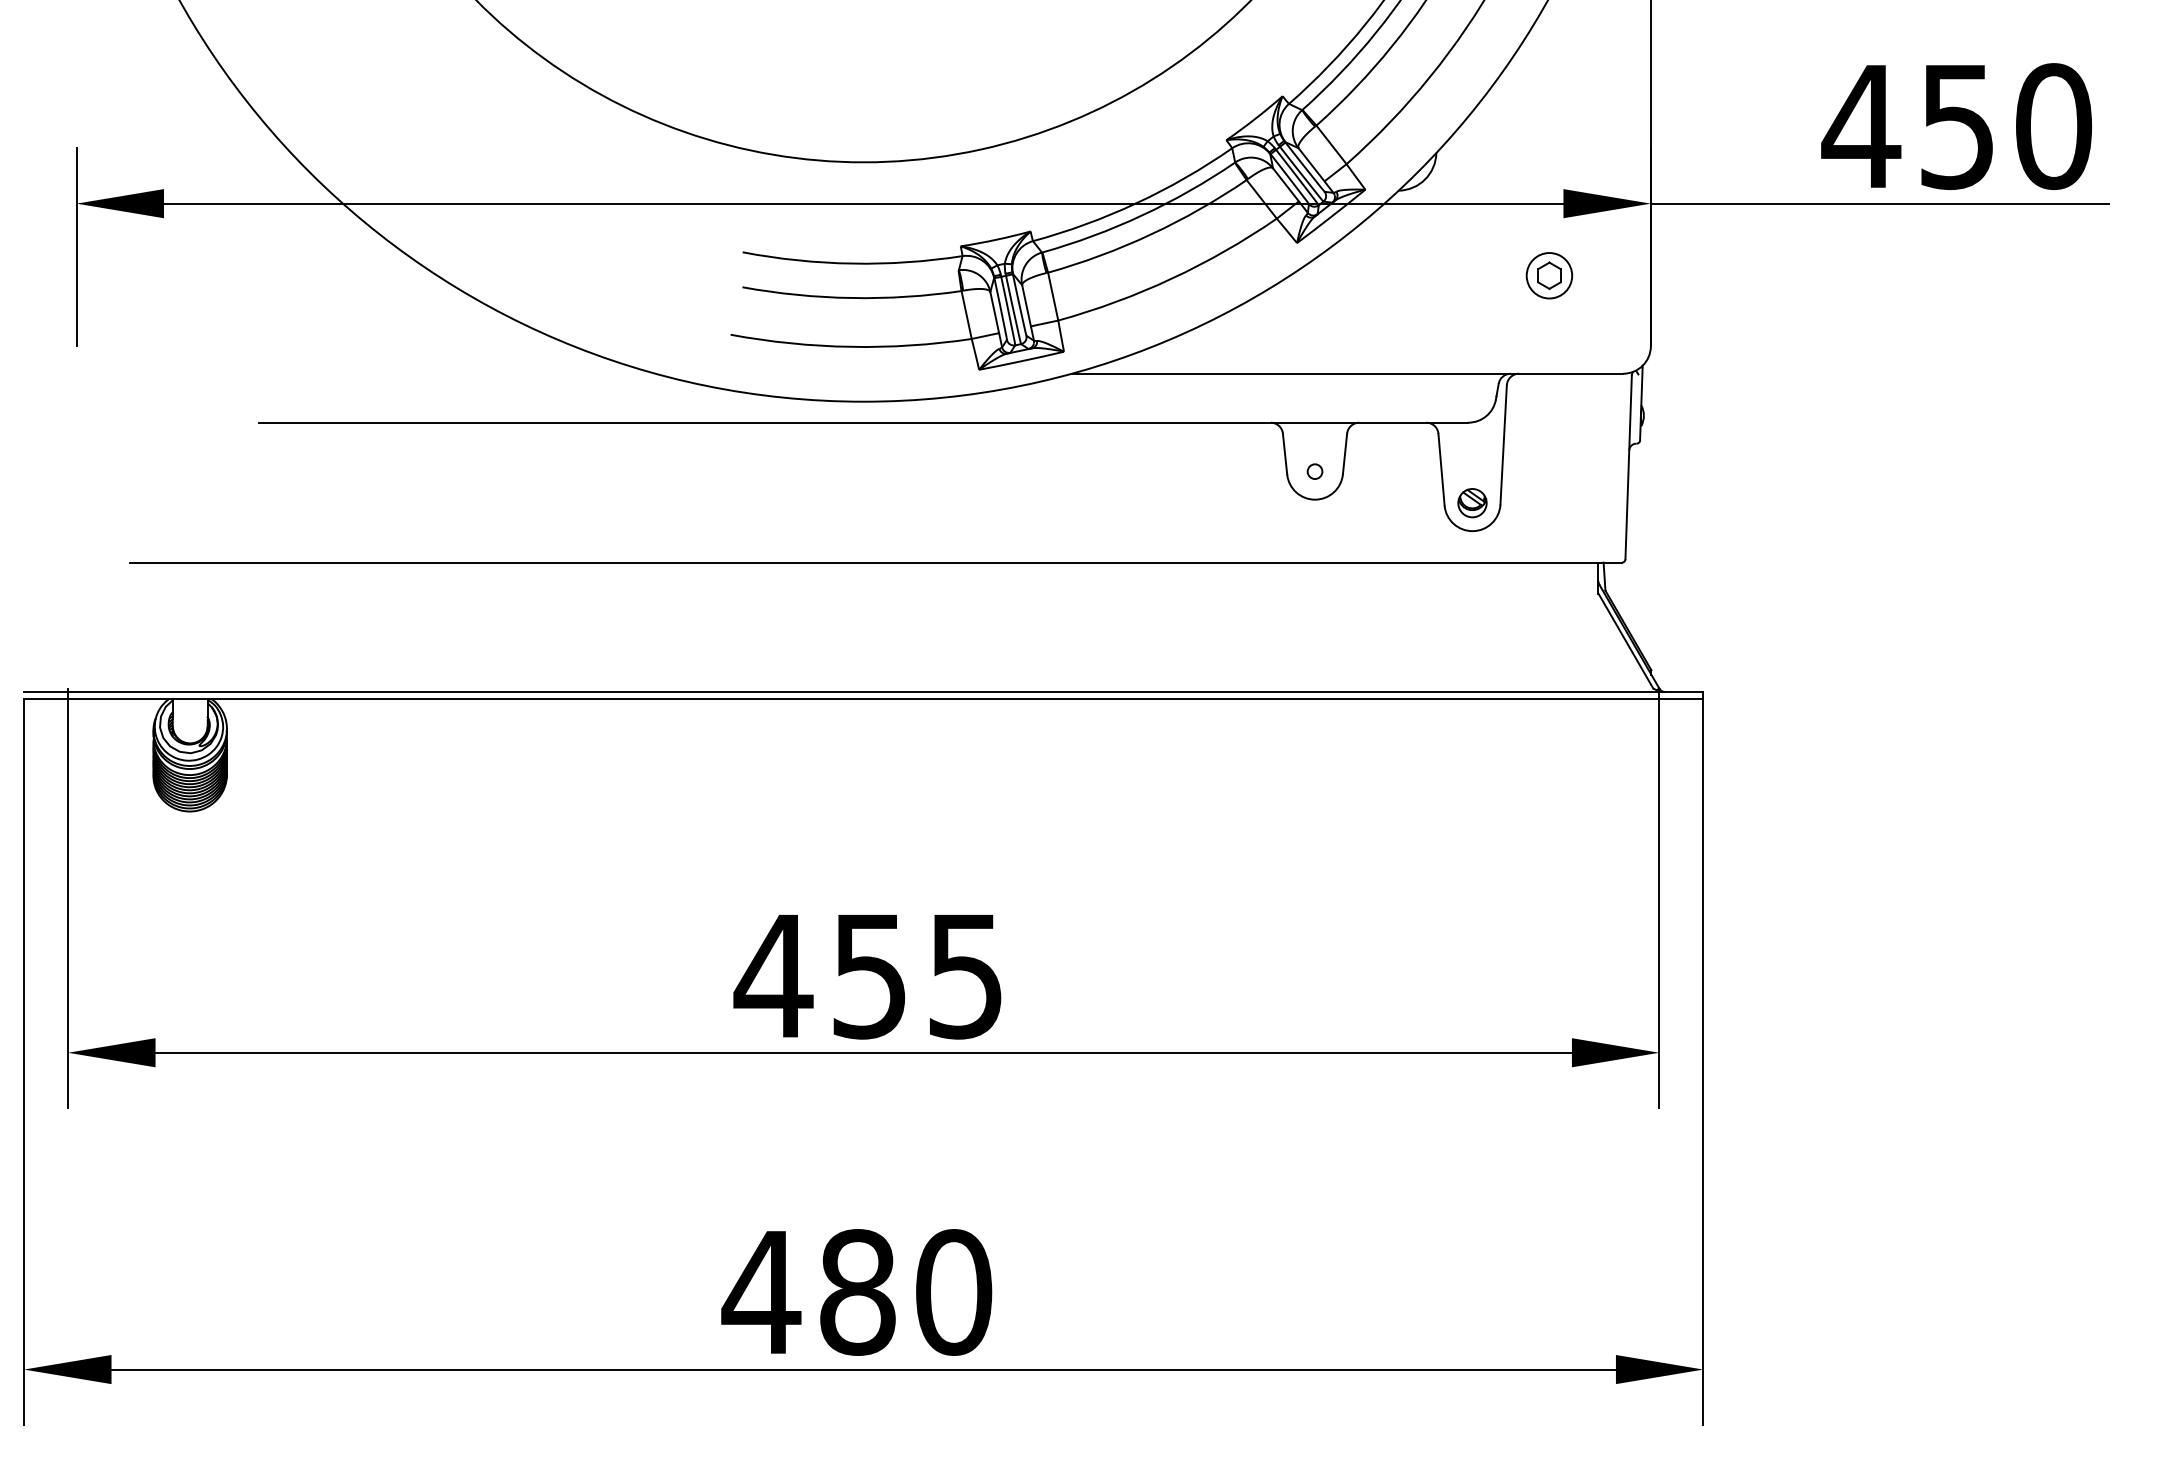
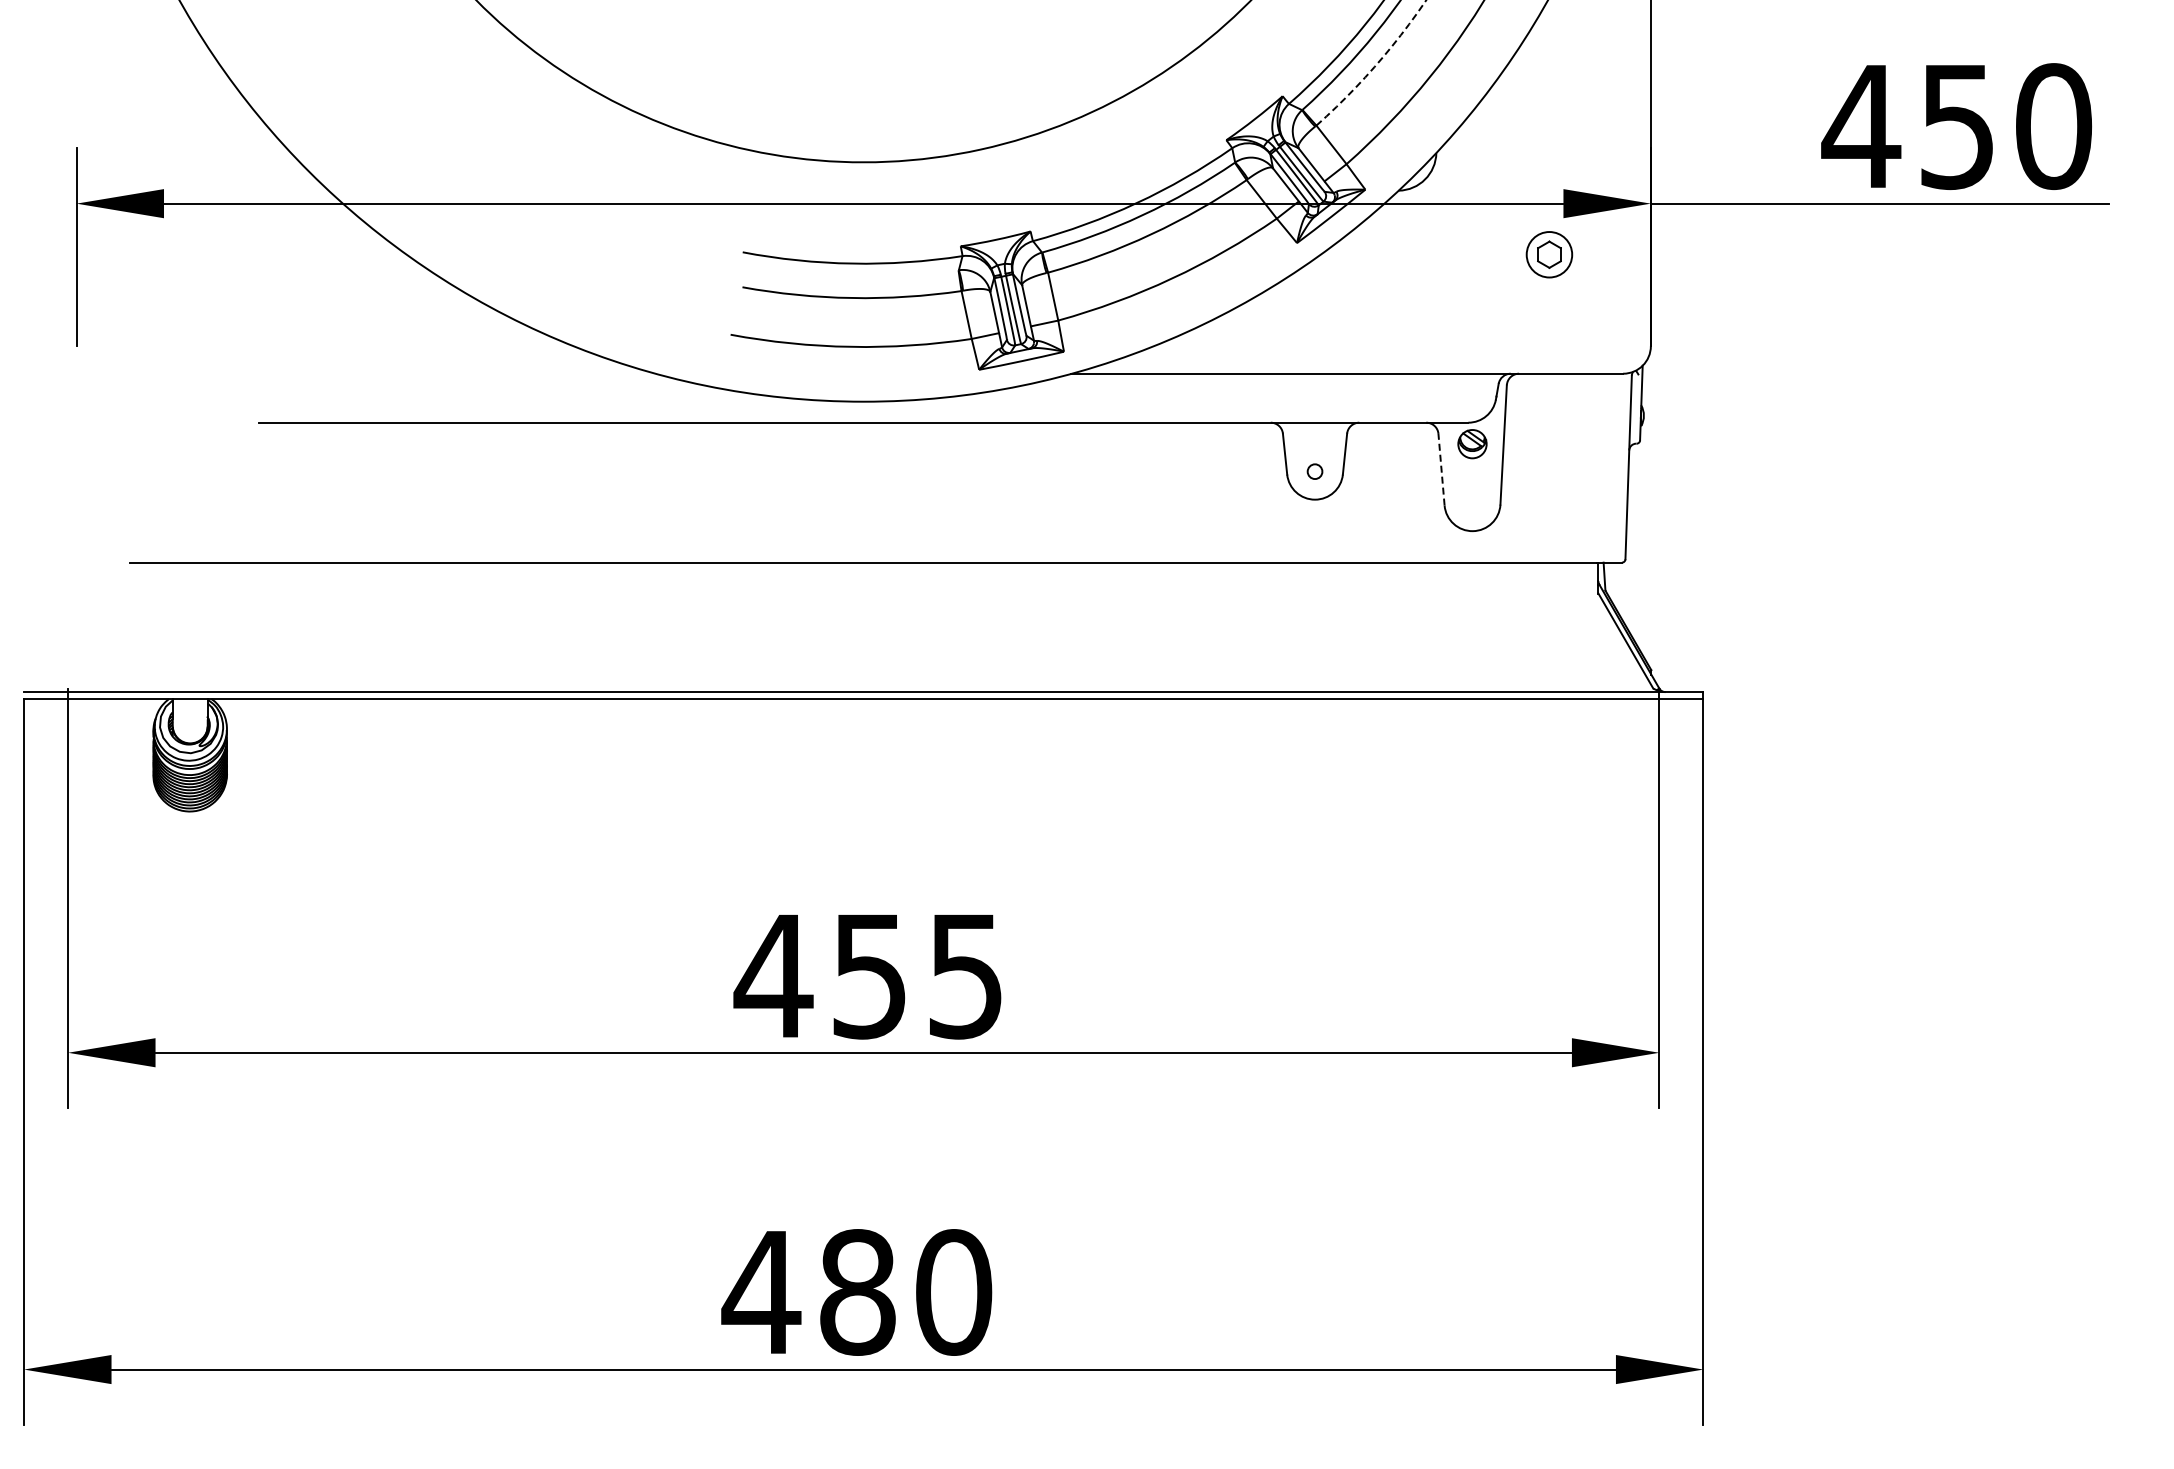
arc at (1375, 66): solid -> dashed
part at (1549, 275) position: (1549, 275) -> (1549, 254)
line at (1441, 469): solid -> dashed
part at (1472, 503) position: (1472, 503) -> (1472, 444)
